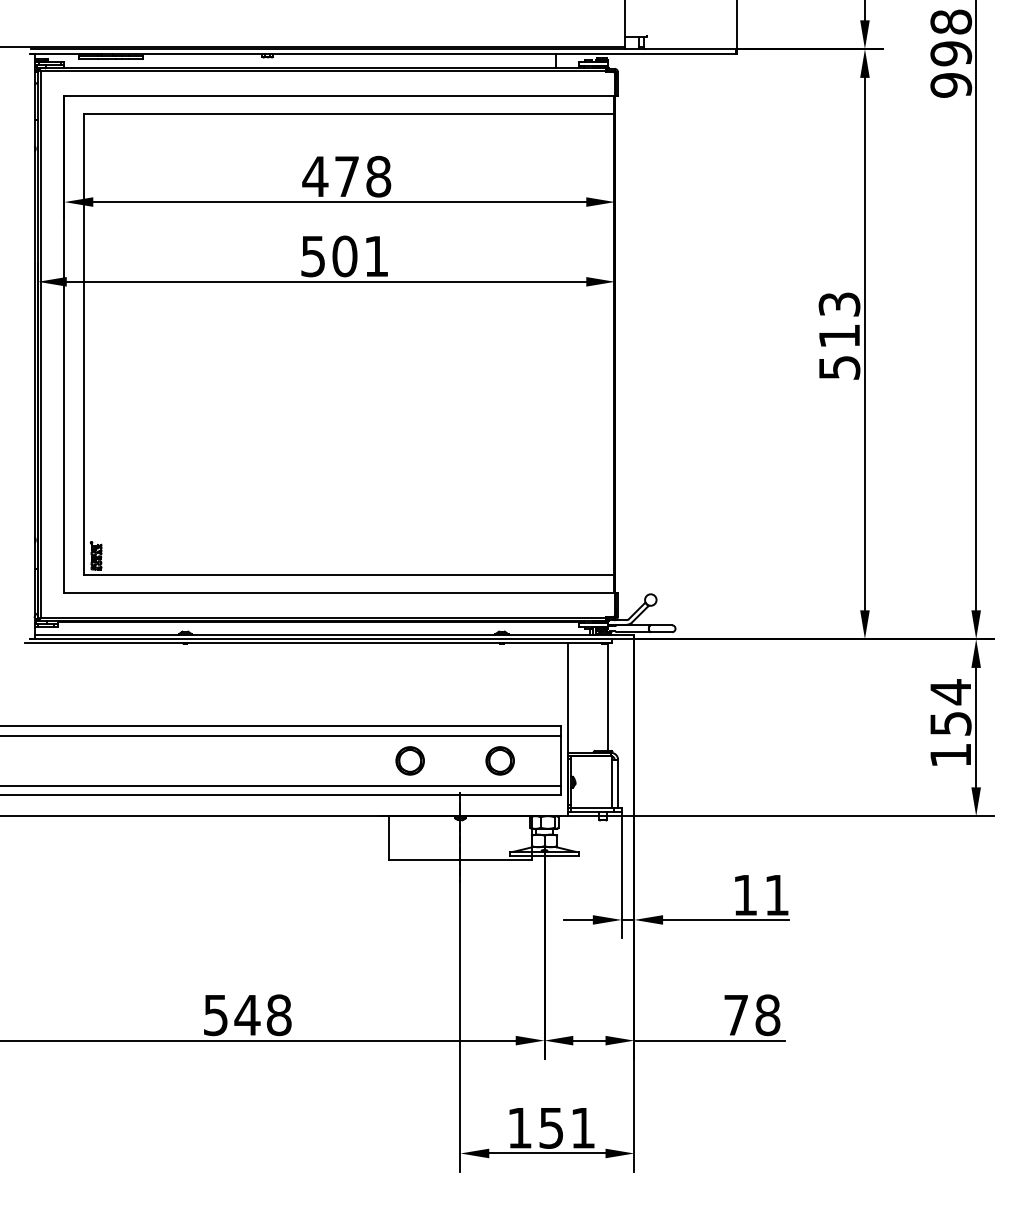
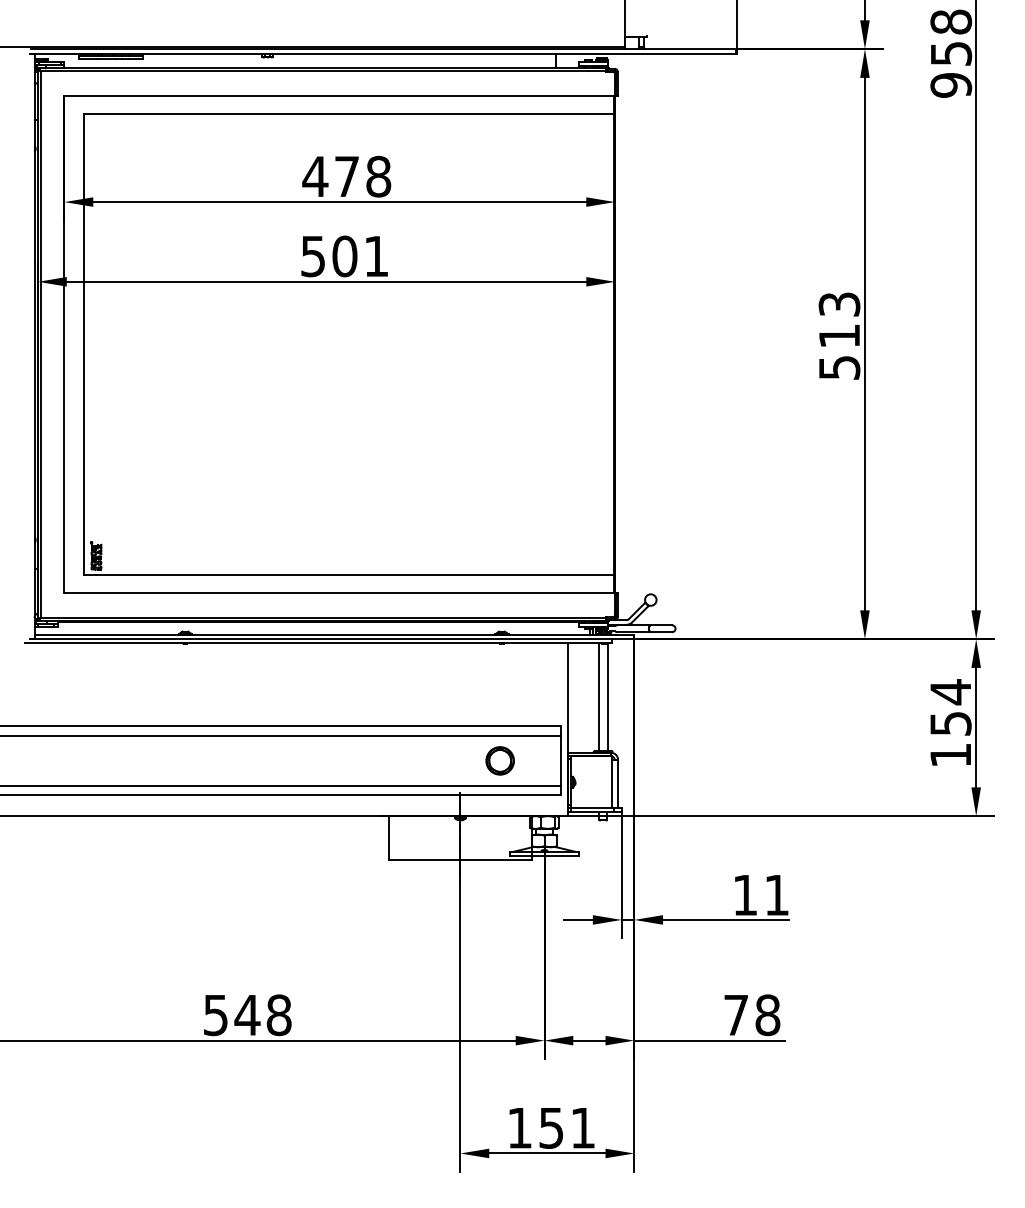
text at (950, 53): 998 -> 958
line at (598, 696): none -> present
part at (409, 760): present -> none
